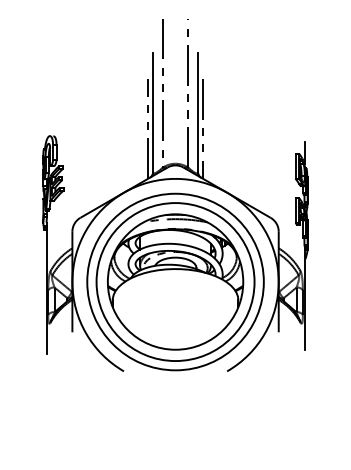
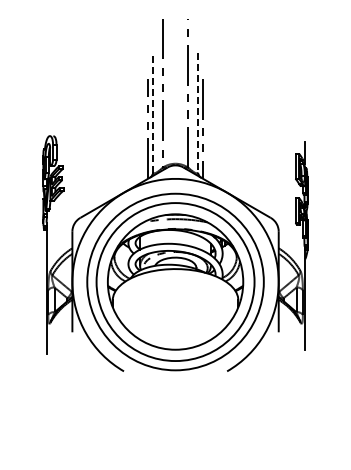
line at (152, 112): solid -> dashed
line at (198, 112): solid -> dashed
